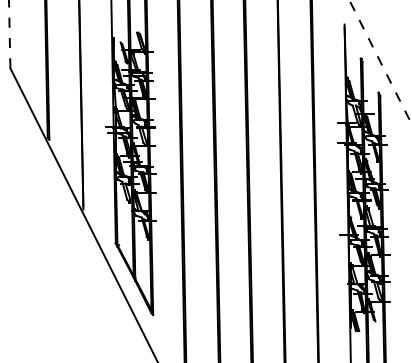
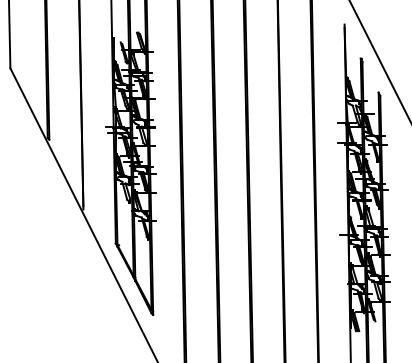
line at (9, 34): dashed -> solid
line at (380, 62): dashed -> solid
